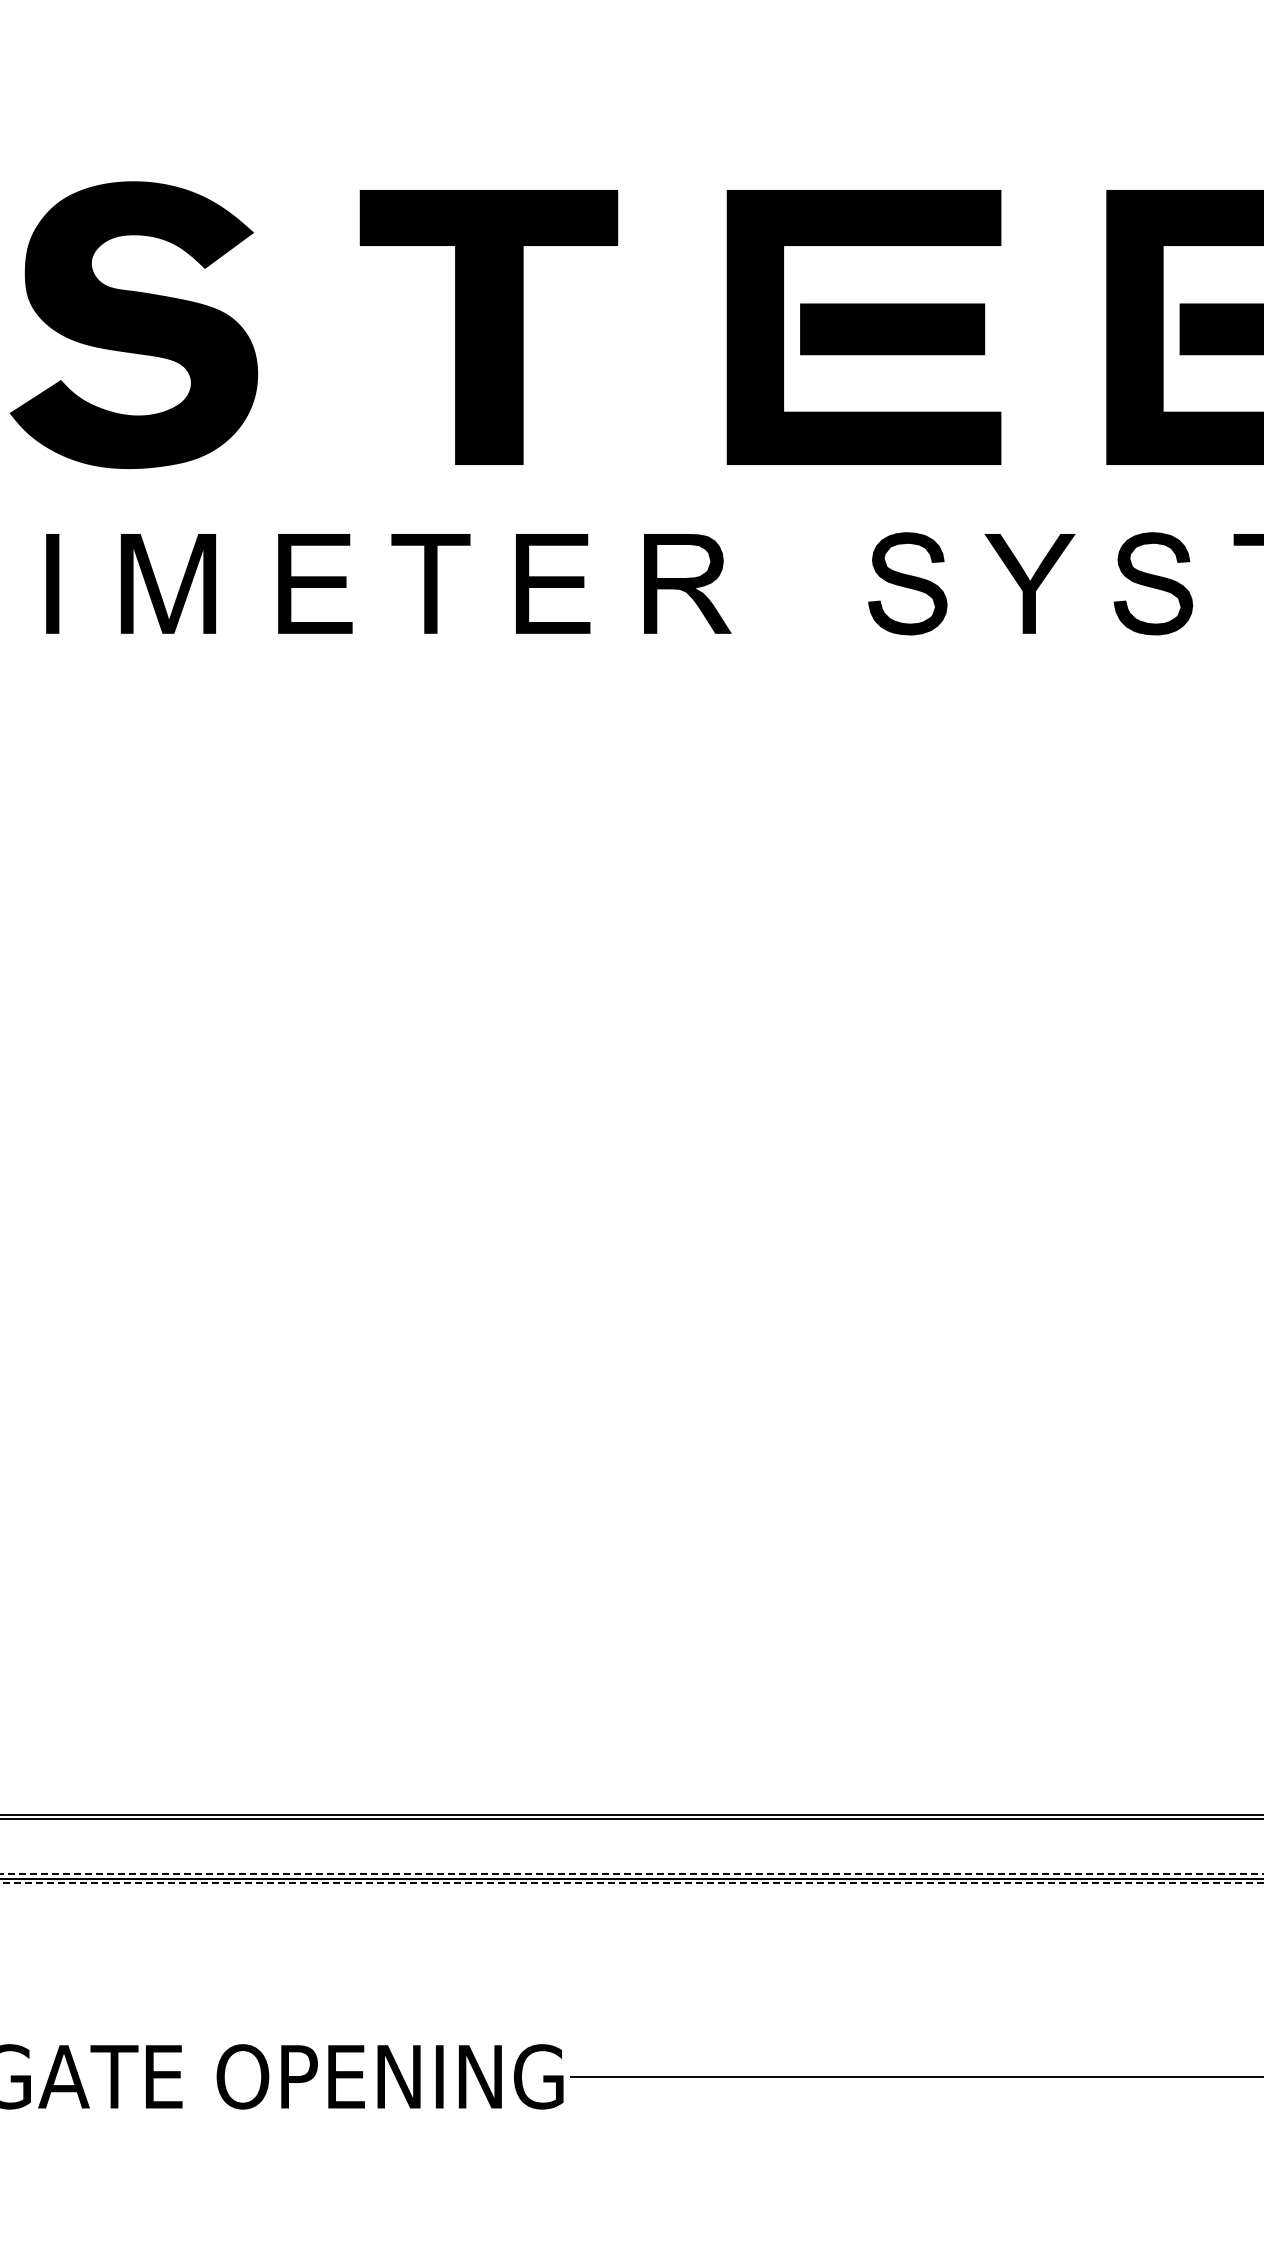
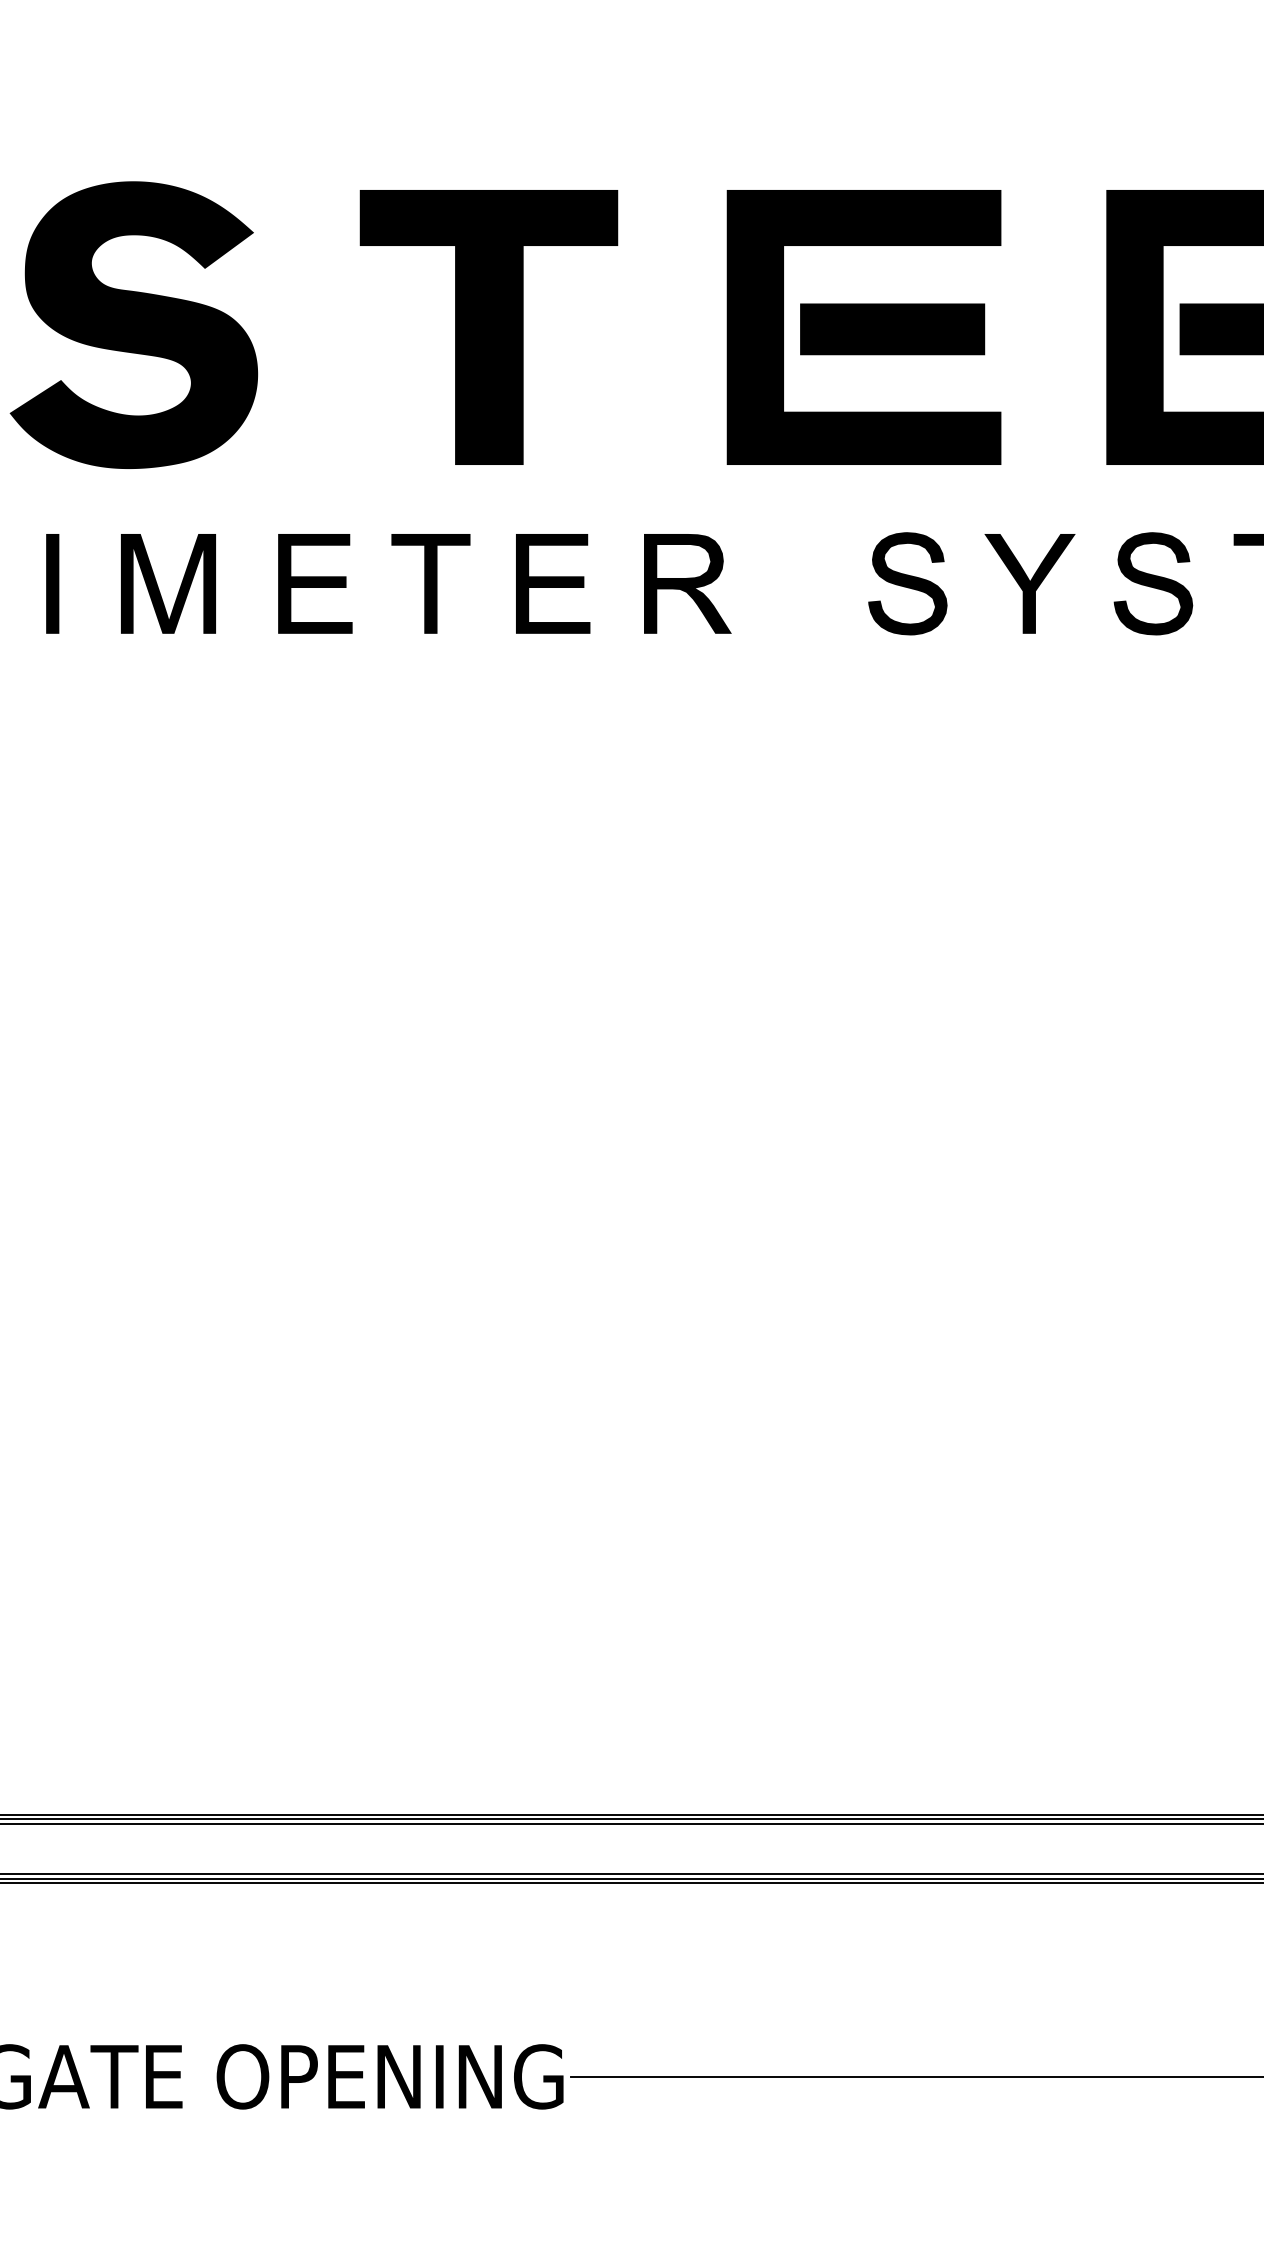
line at (631, 1823): none -> present
line at (632, 1874): dashed -> solid
line at (631, 1883): dashed -> solid
